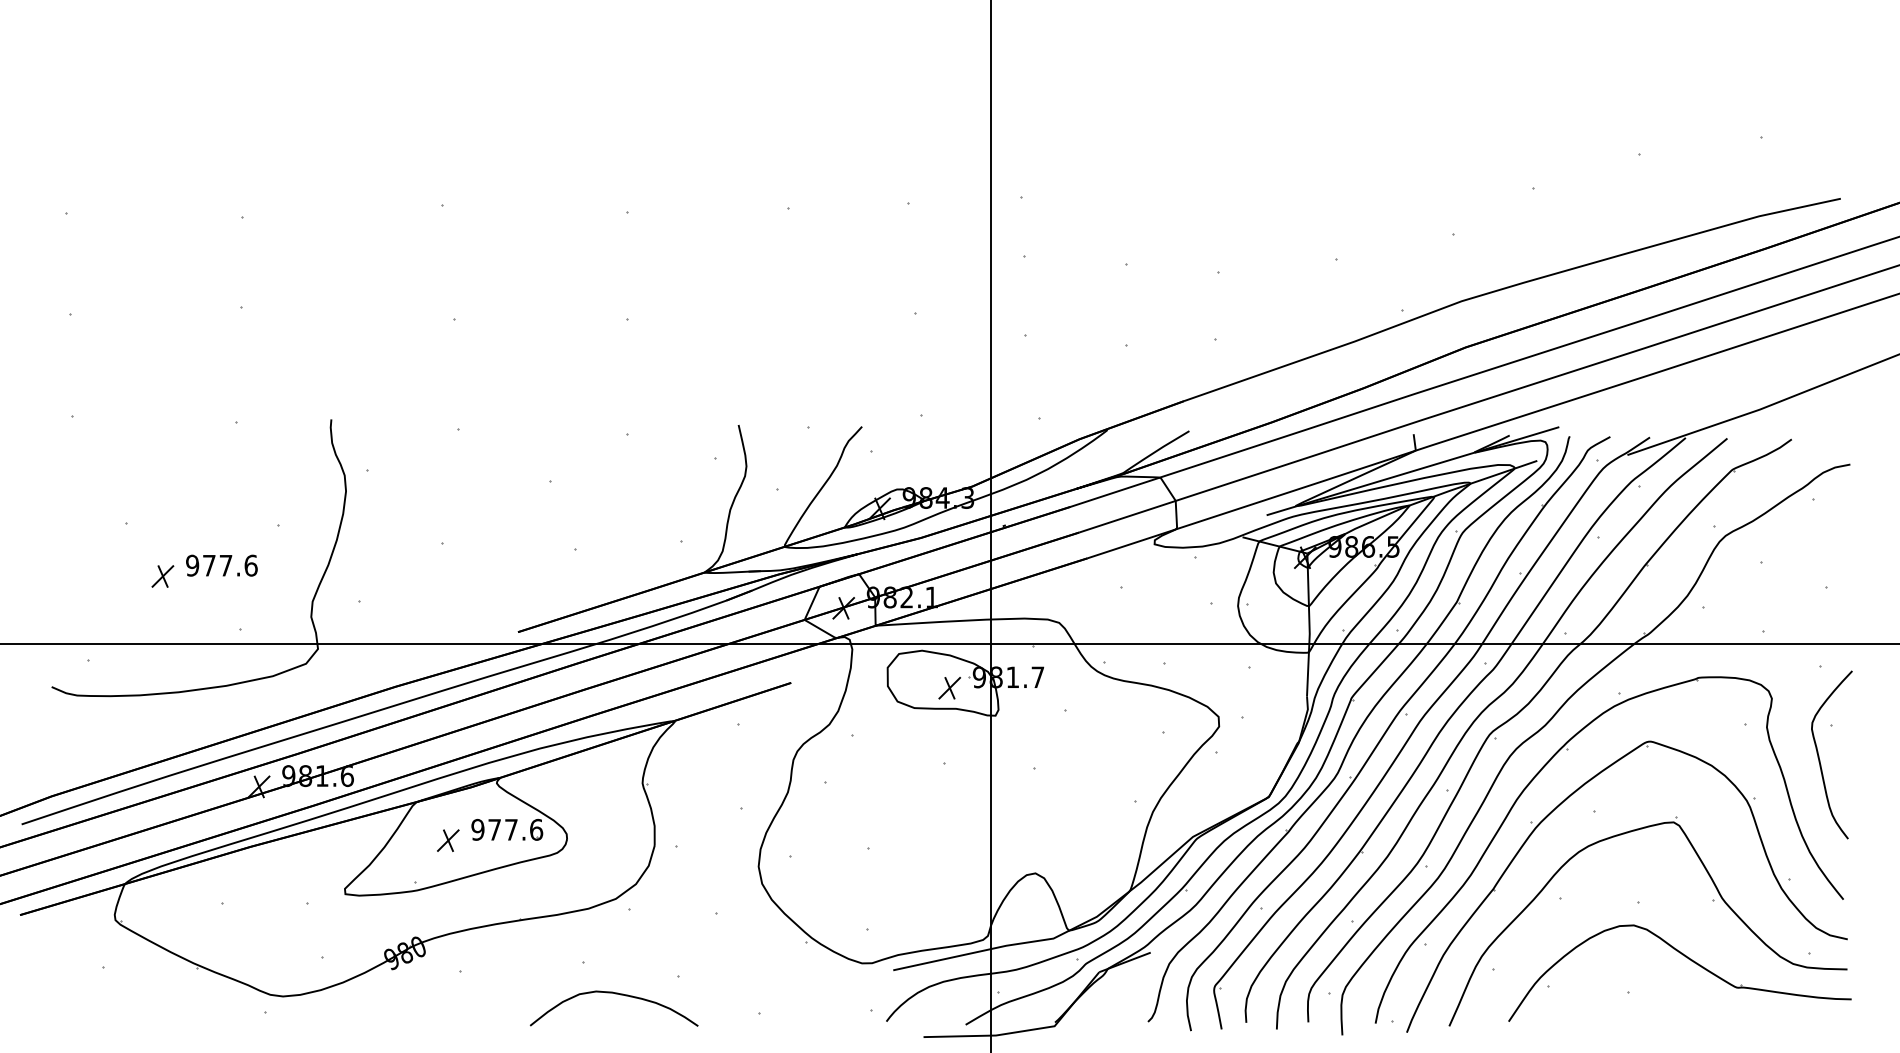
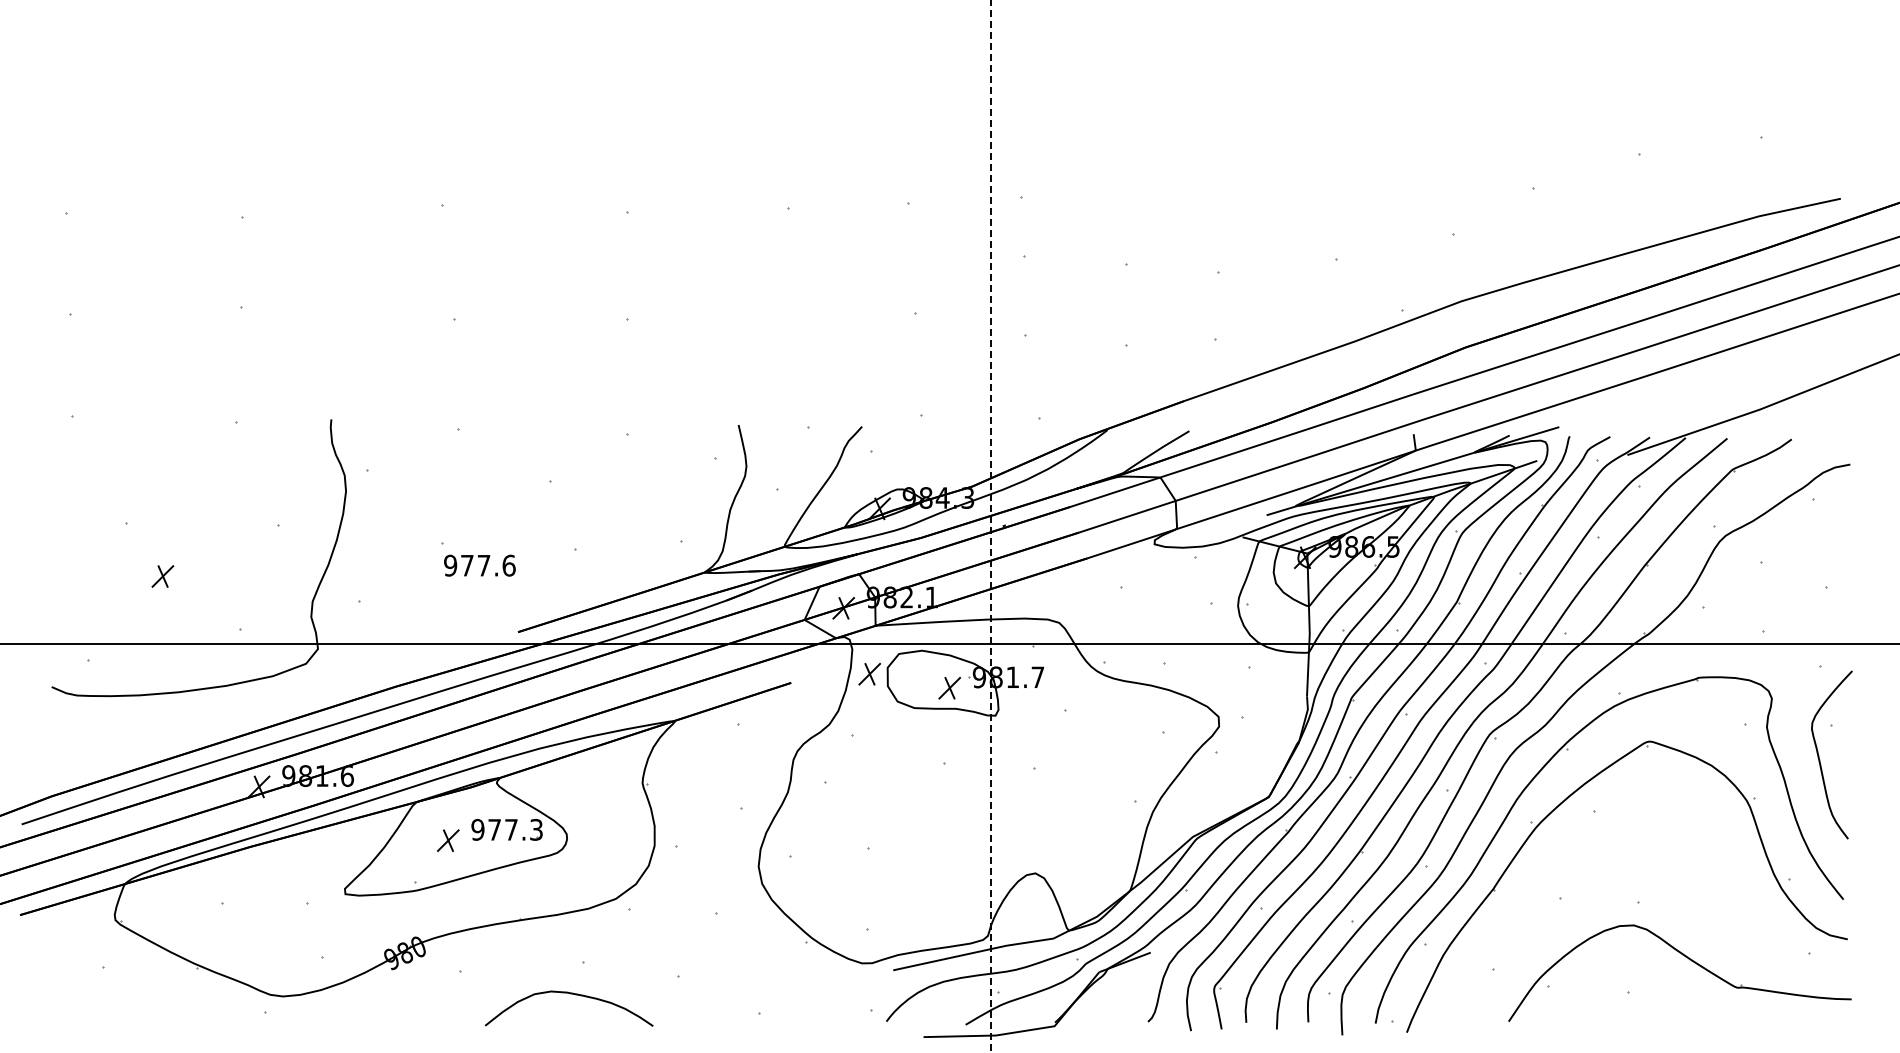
line at (990, 526): solid -> dashed
text at (221, 565) position: (221, 565) -> (479, 565)
part at (869, 674): none -> present
text at (536, 829): 977.6 -> 977.3
part at (1712, 900): present -> none
curve at (615, 994) position: (615, 994) -> (570, 994)
